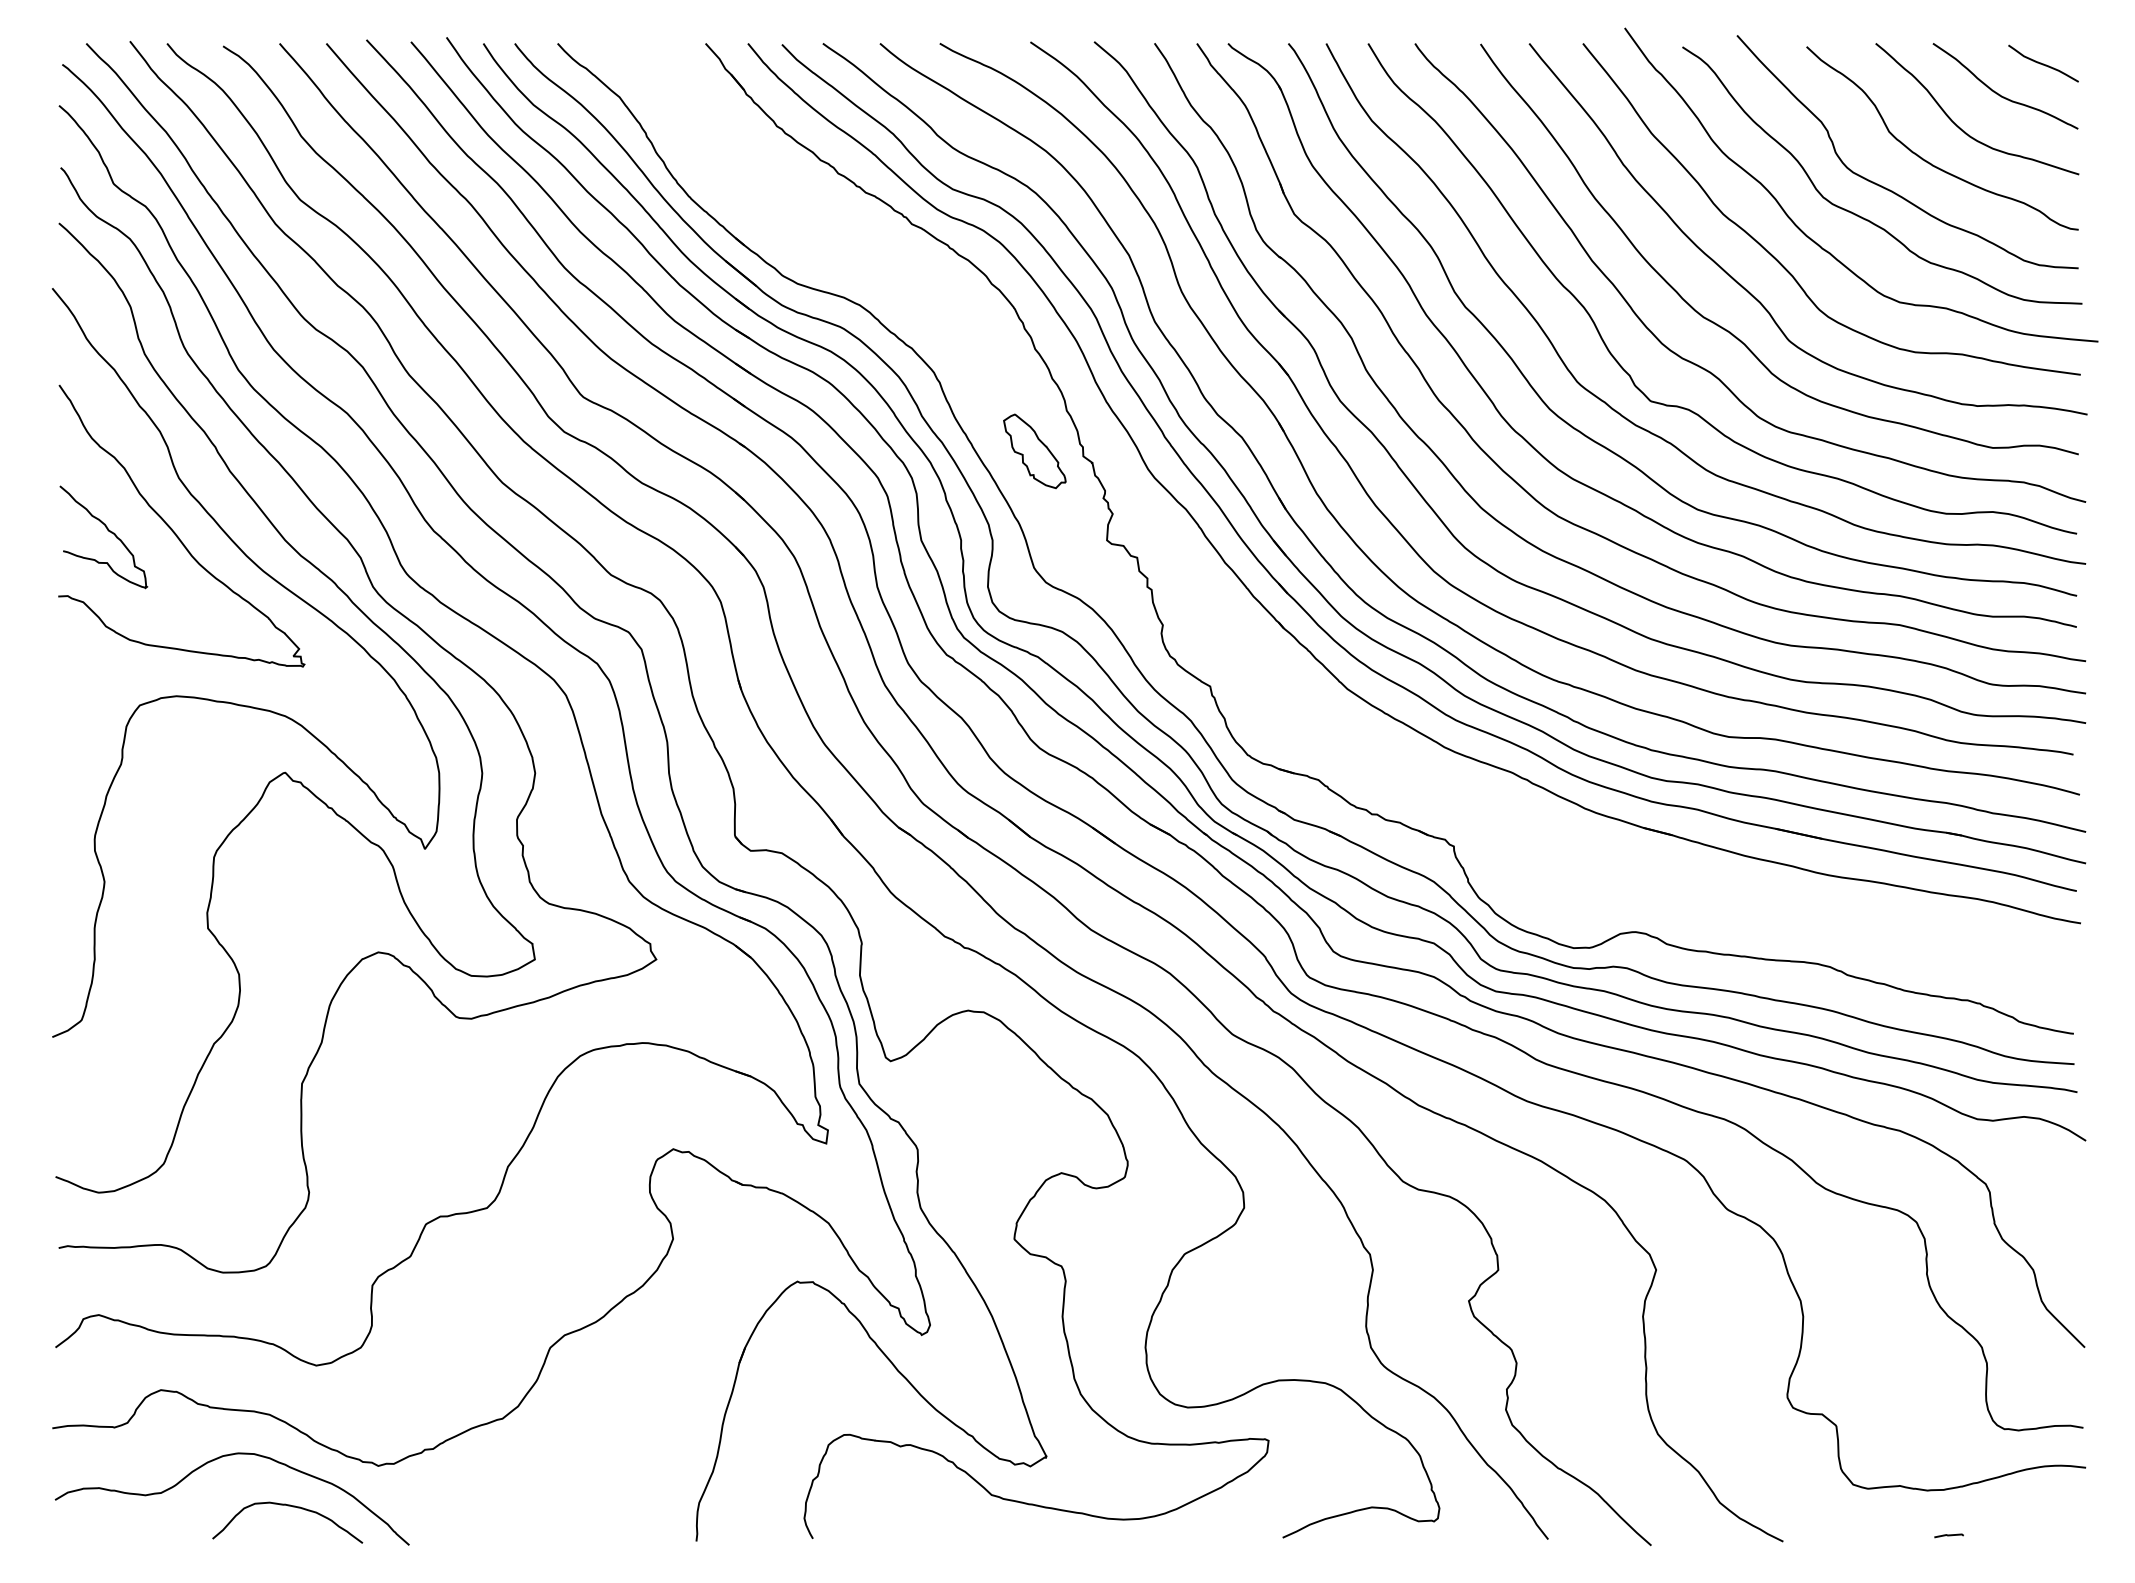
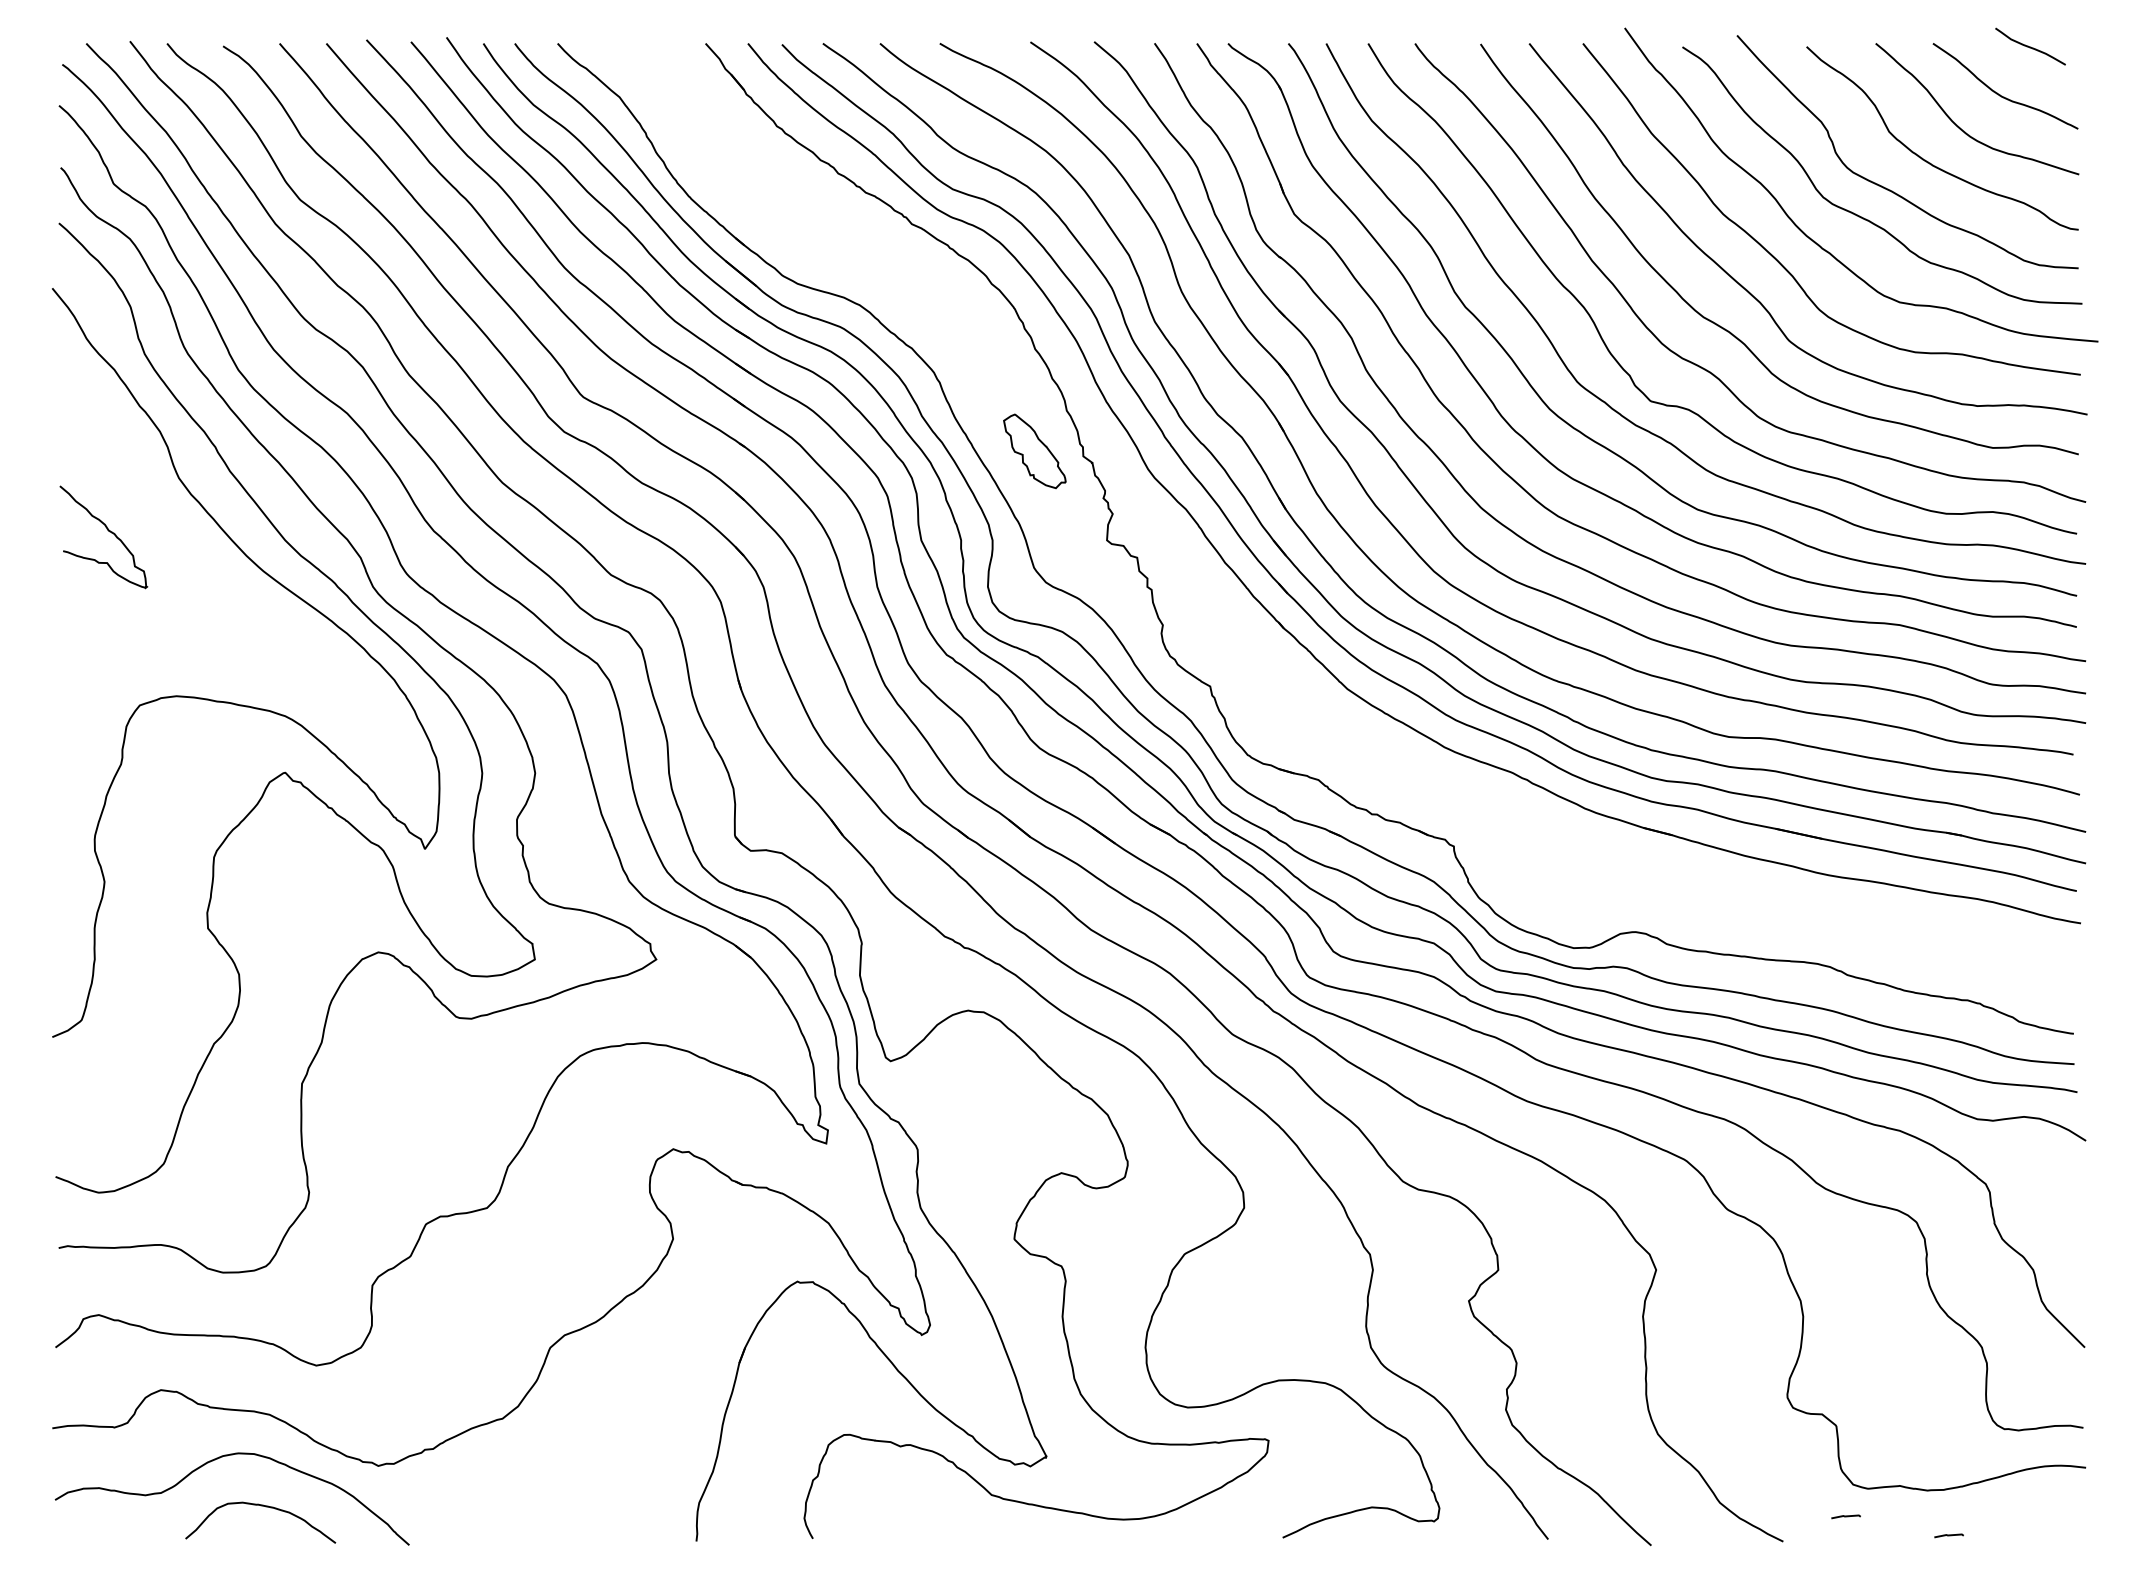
curve at (2043, 63) position: (2043, 63) -> (2030, 46)
curve at (174, 531): present -> none
curve at (292, 1507) position: (292, 1507) -> (265, 1507)
line at (1845, 1516): none -> present
